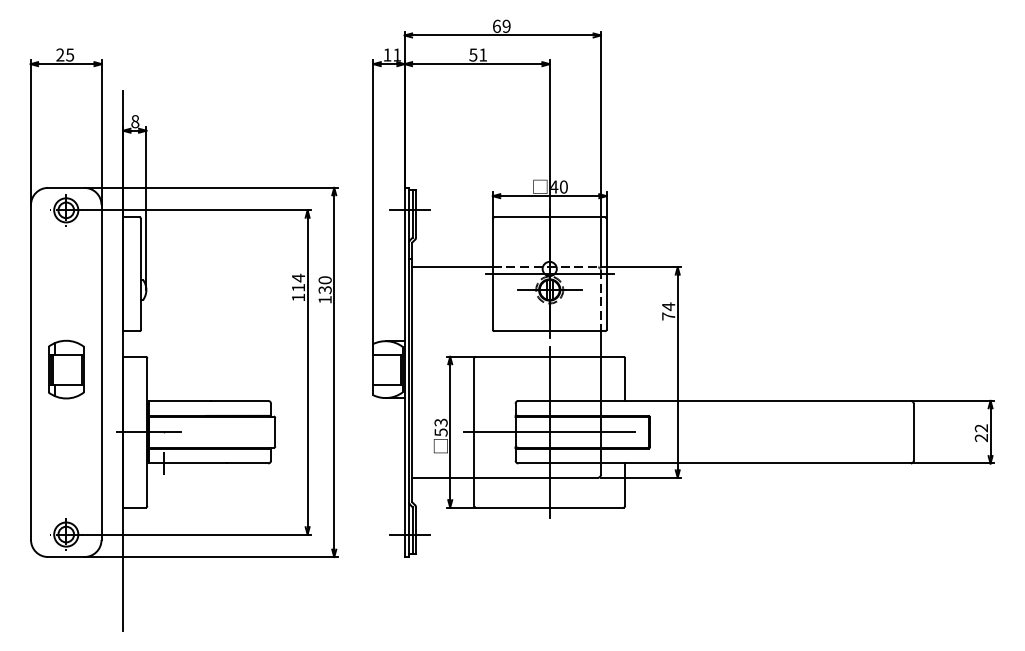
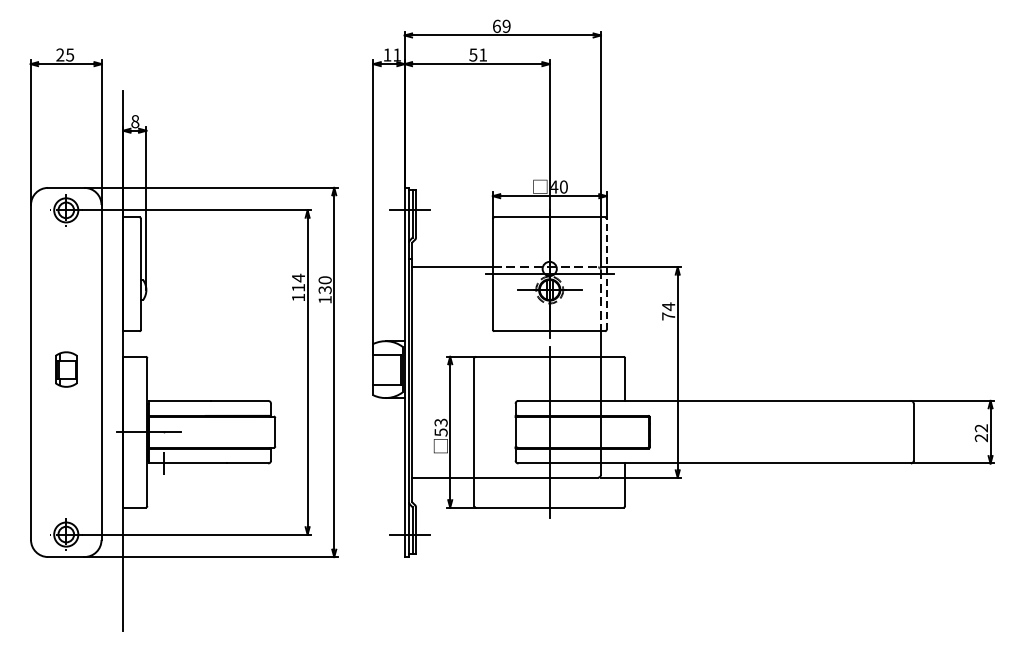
line at (606, 273): solid -> dashed
part at (66, 369) size: 37x61 px -> 23x37 px
line at (549, 432): present -> none
